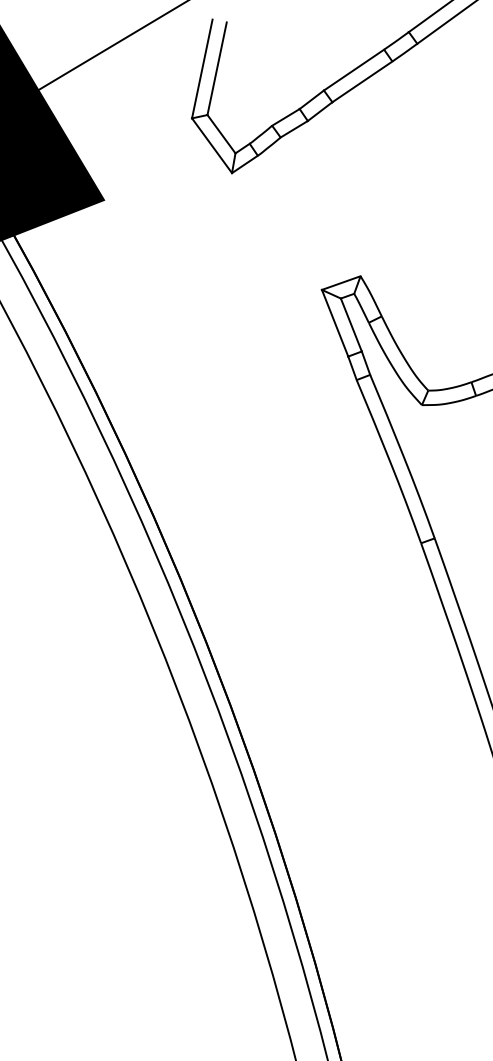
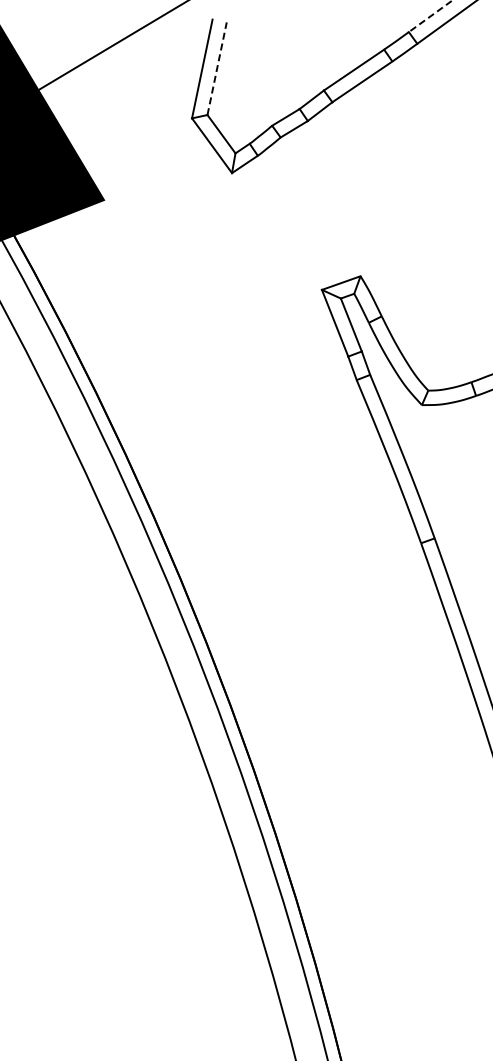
line at (430, 16): solid -> dashed
line at (217, 68): solid -> dashed
